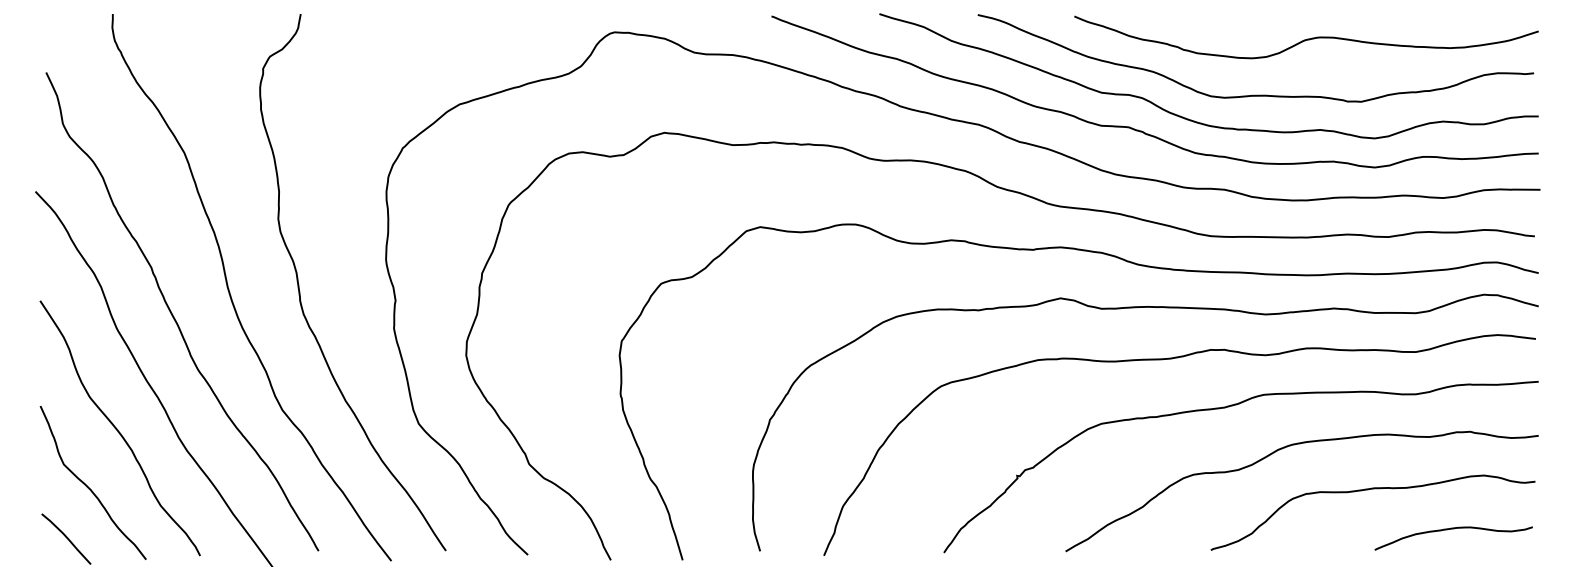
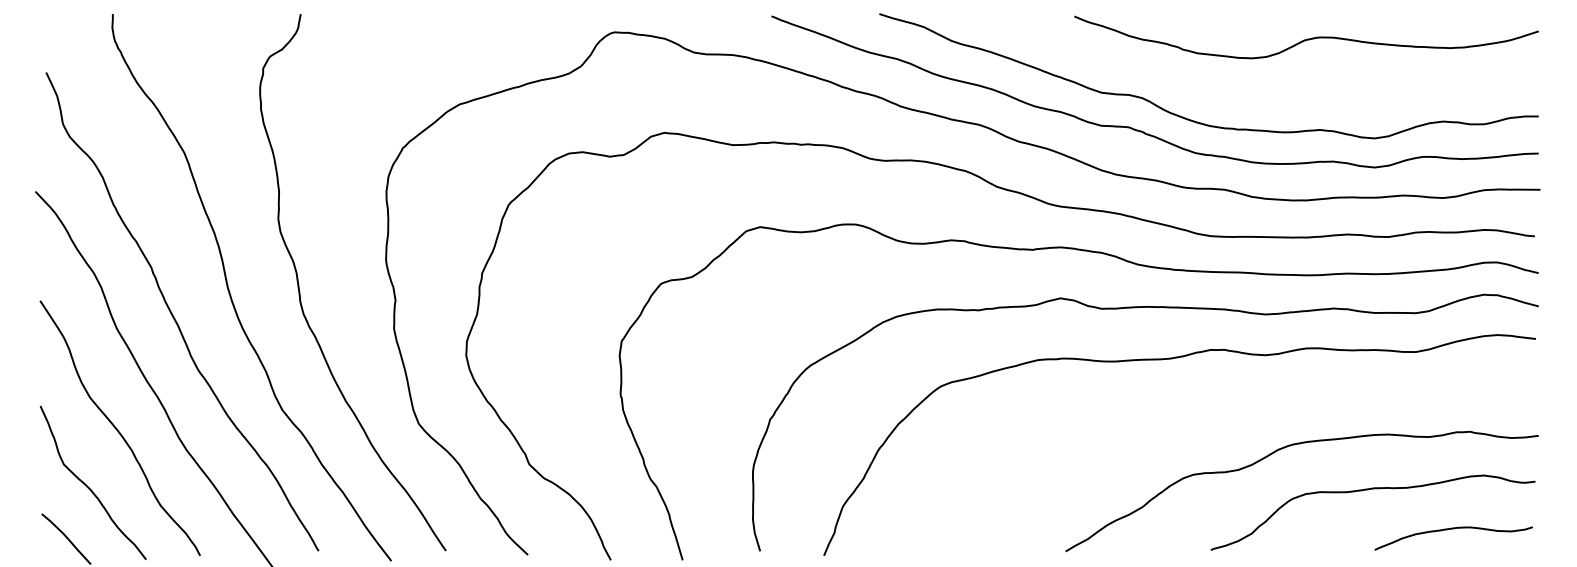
curve at (1255, 94): present -> none
curve at (1225, 408): present -> none
